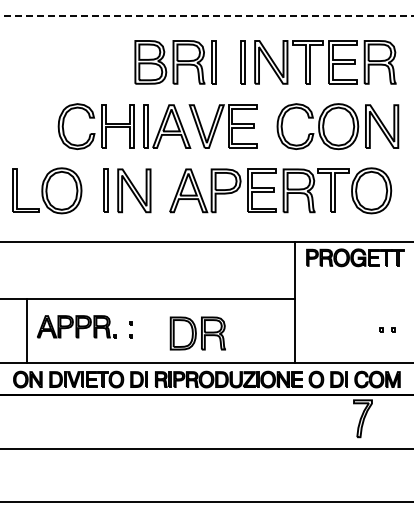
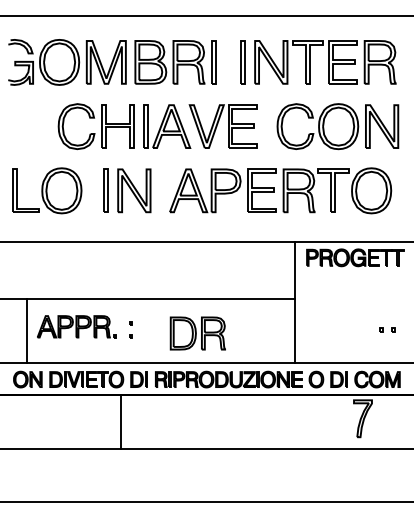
line at (207, 15): dashed -> solid
part at (67, 62): none -> present
line at (120, 421): none -> present
